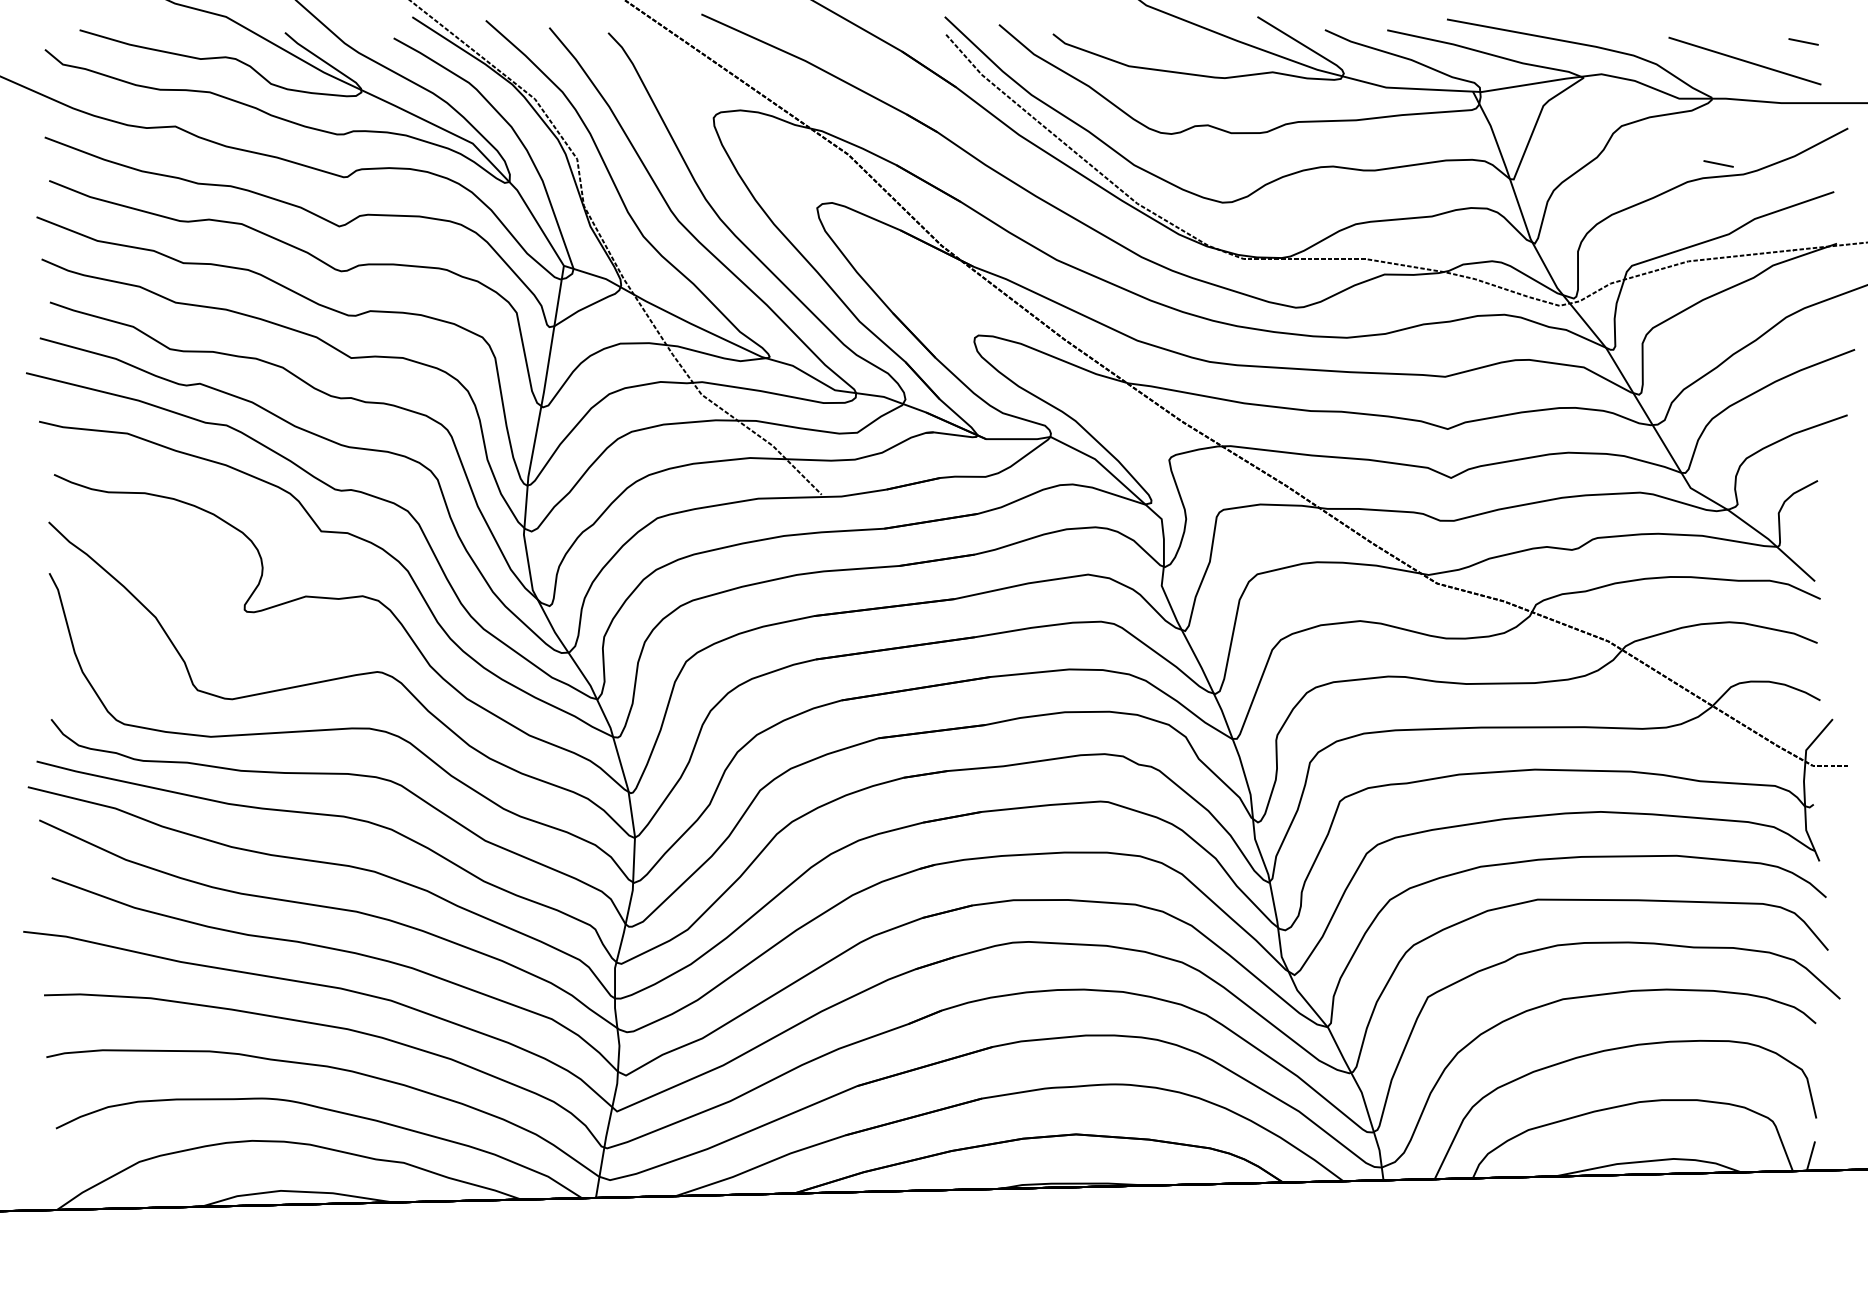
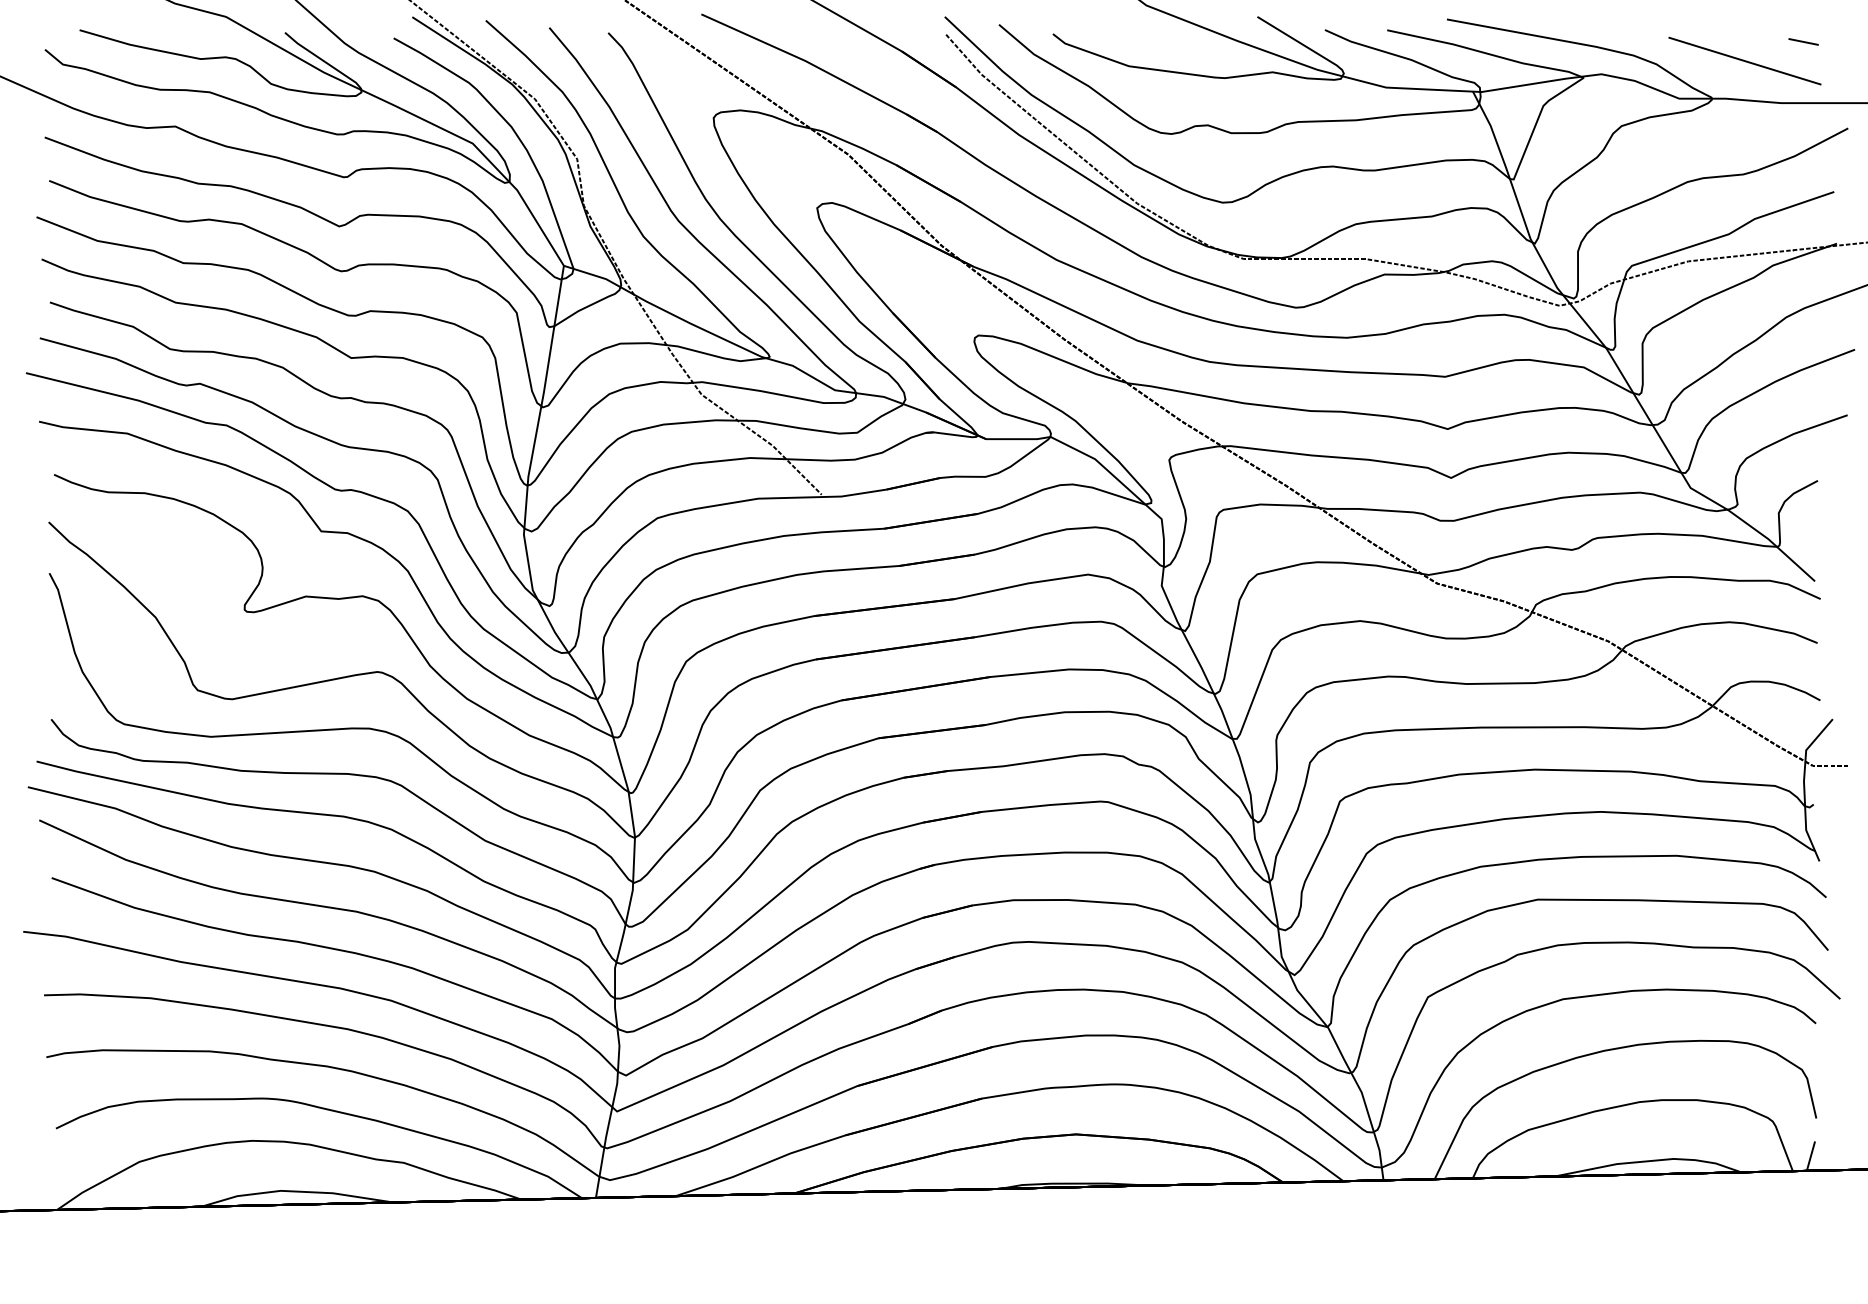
line at (1718, 163): present -> none
